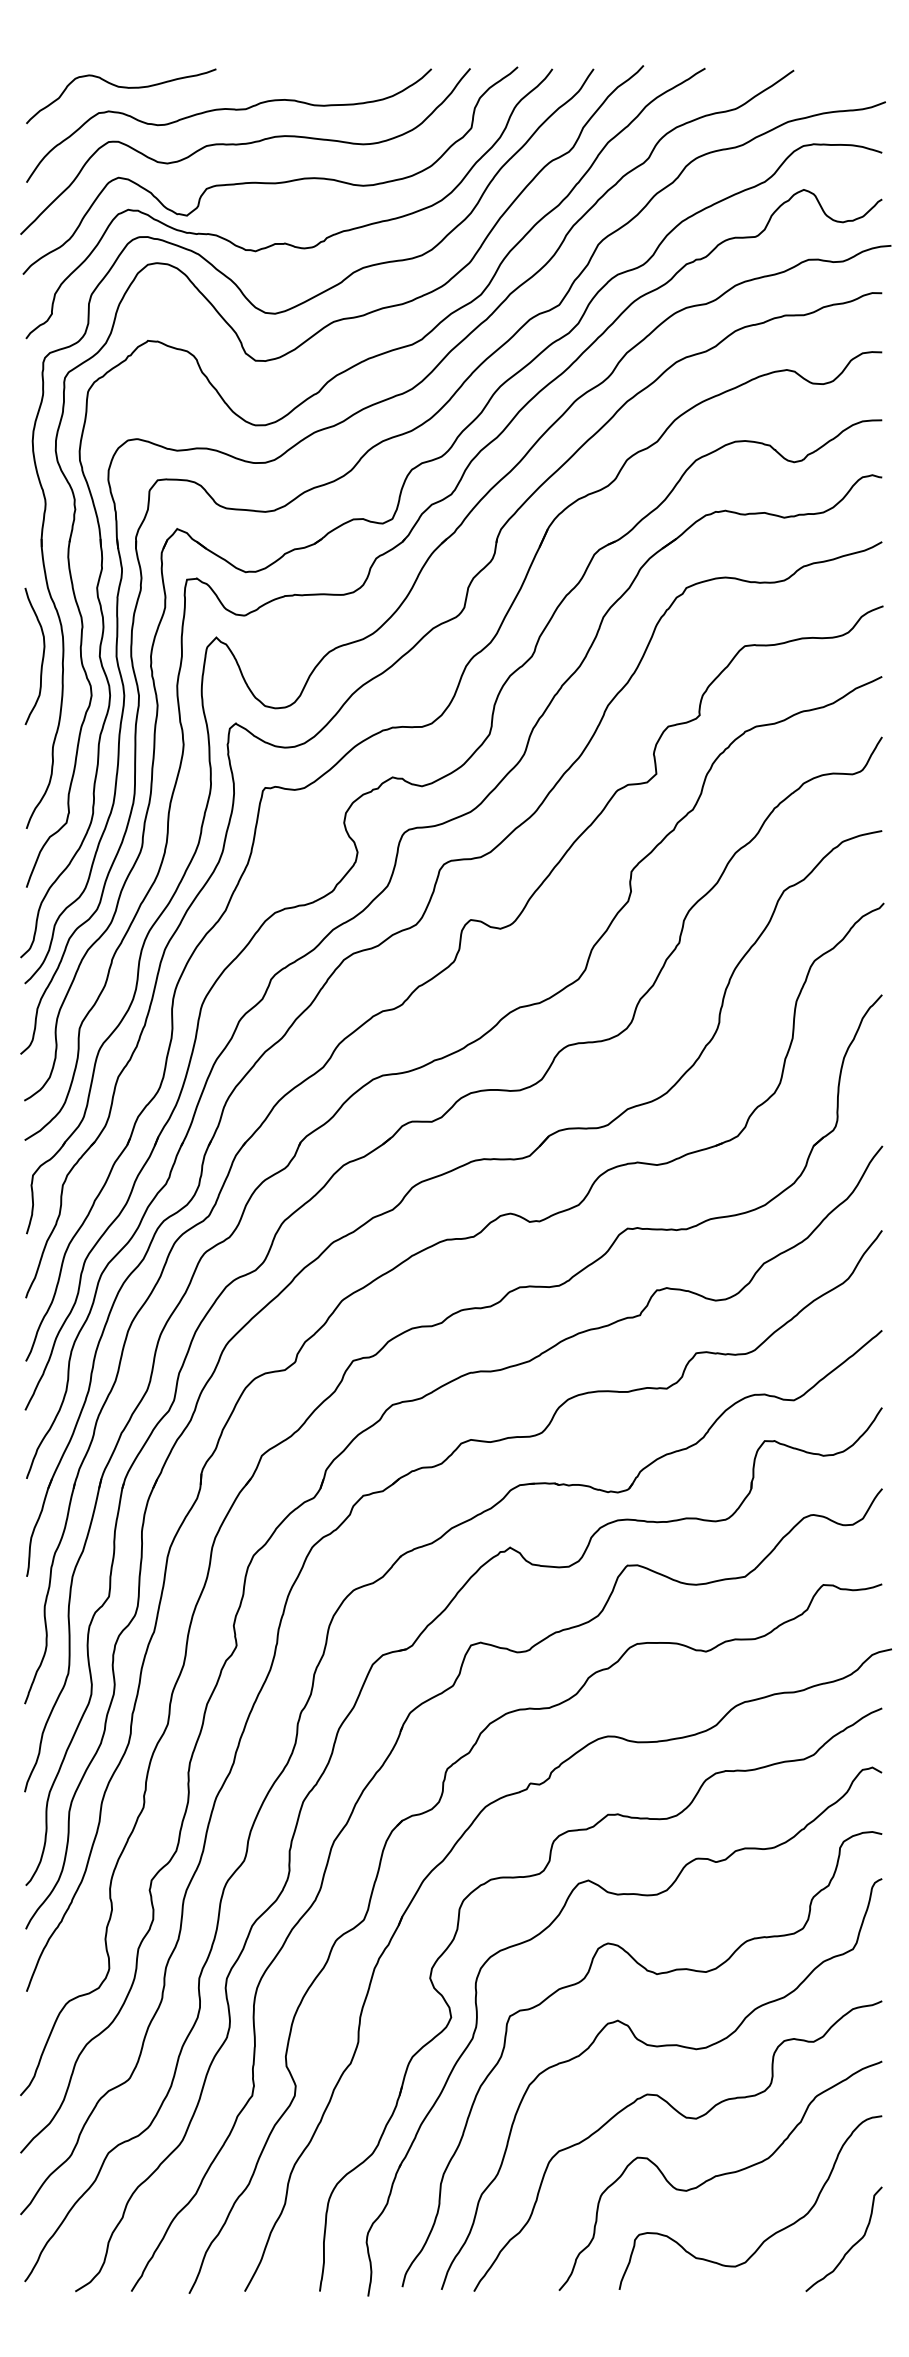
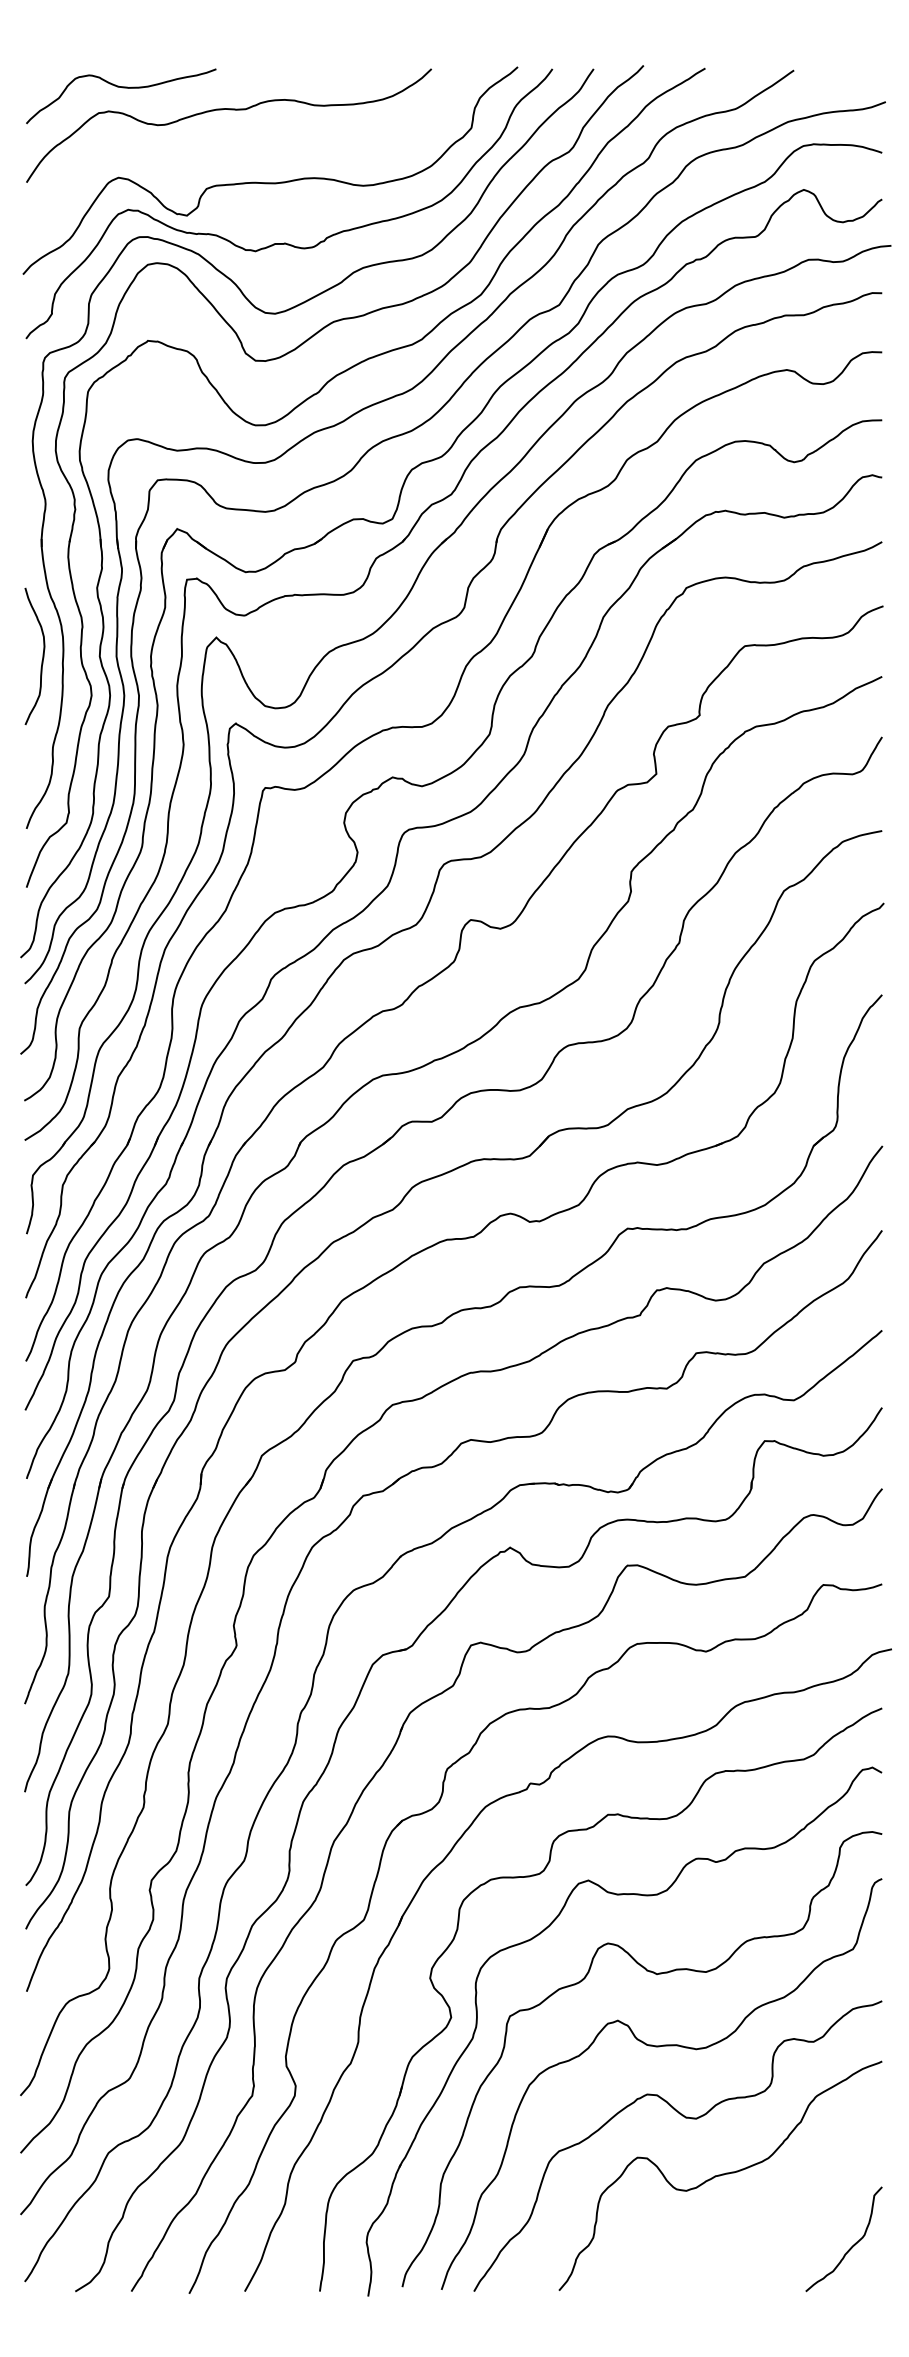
curve at (245, 144): present -> none
curve at (771, 2234): present -> none
